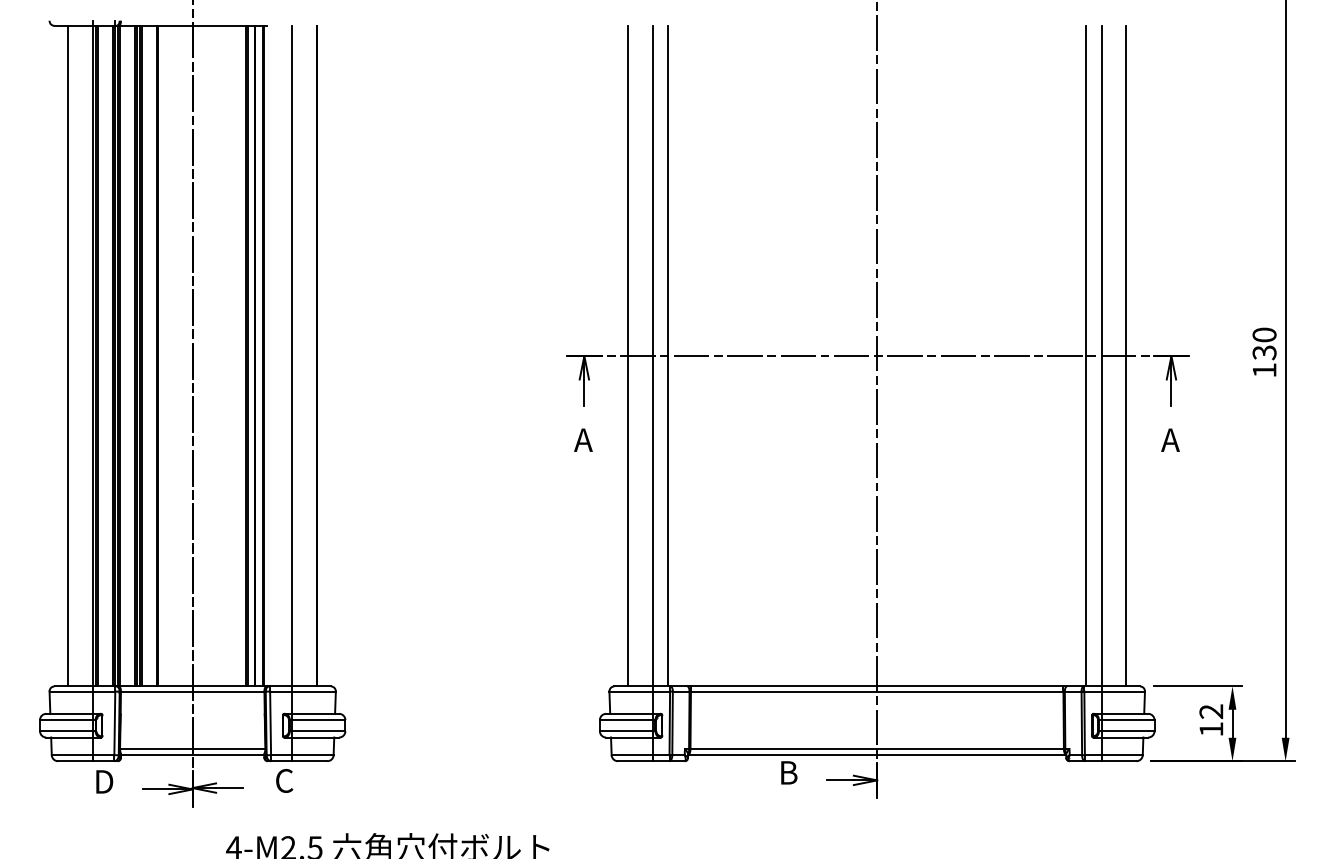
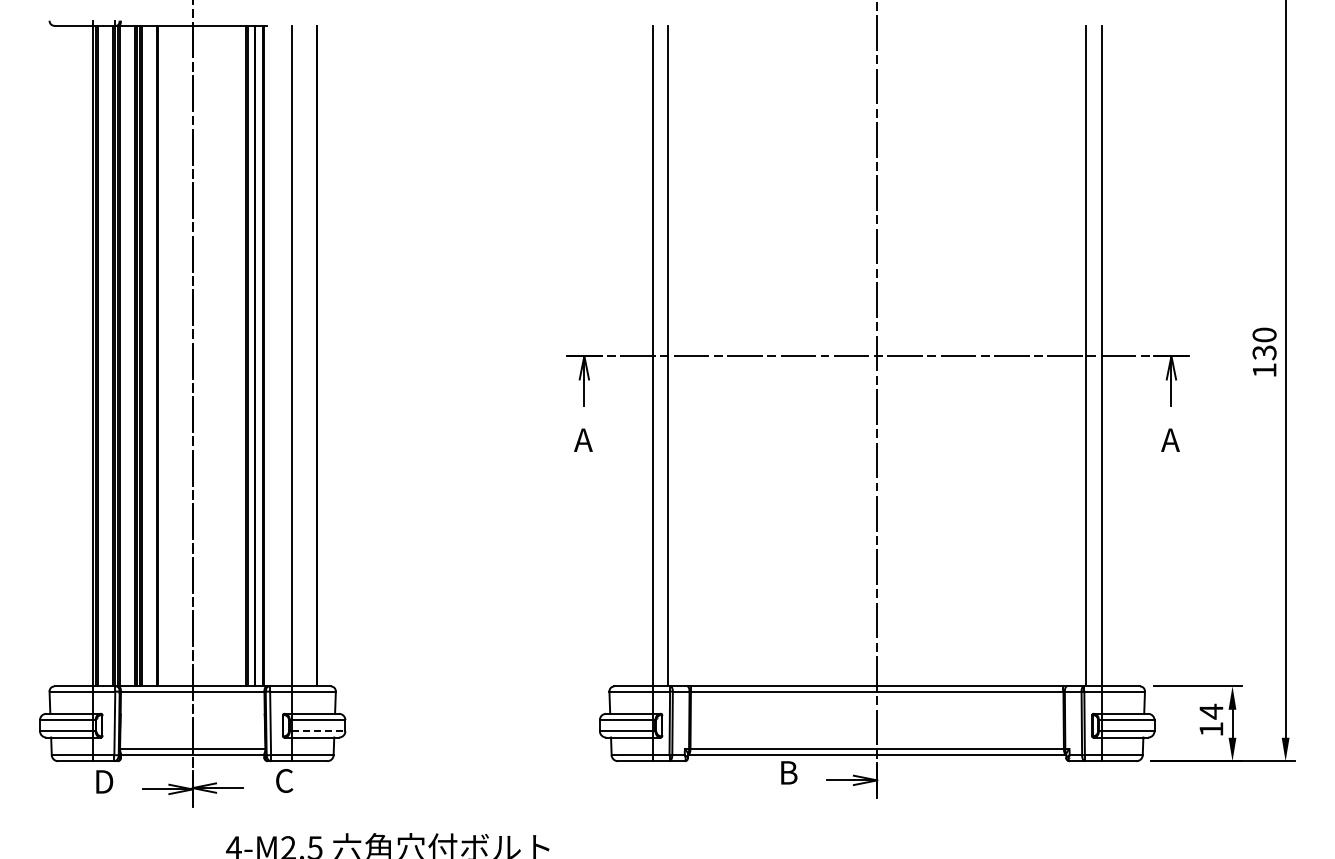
line at (68, 355): present -> none
line at (627, 355): present -> none
line at (1126, 355): present -> none
text at (1211, 711): 12 -> 14
line at (319, 731): solid -> dashed
